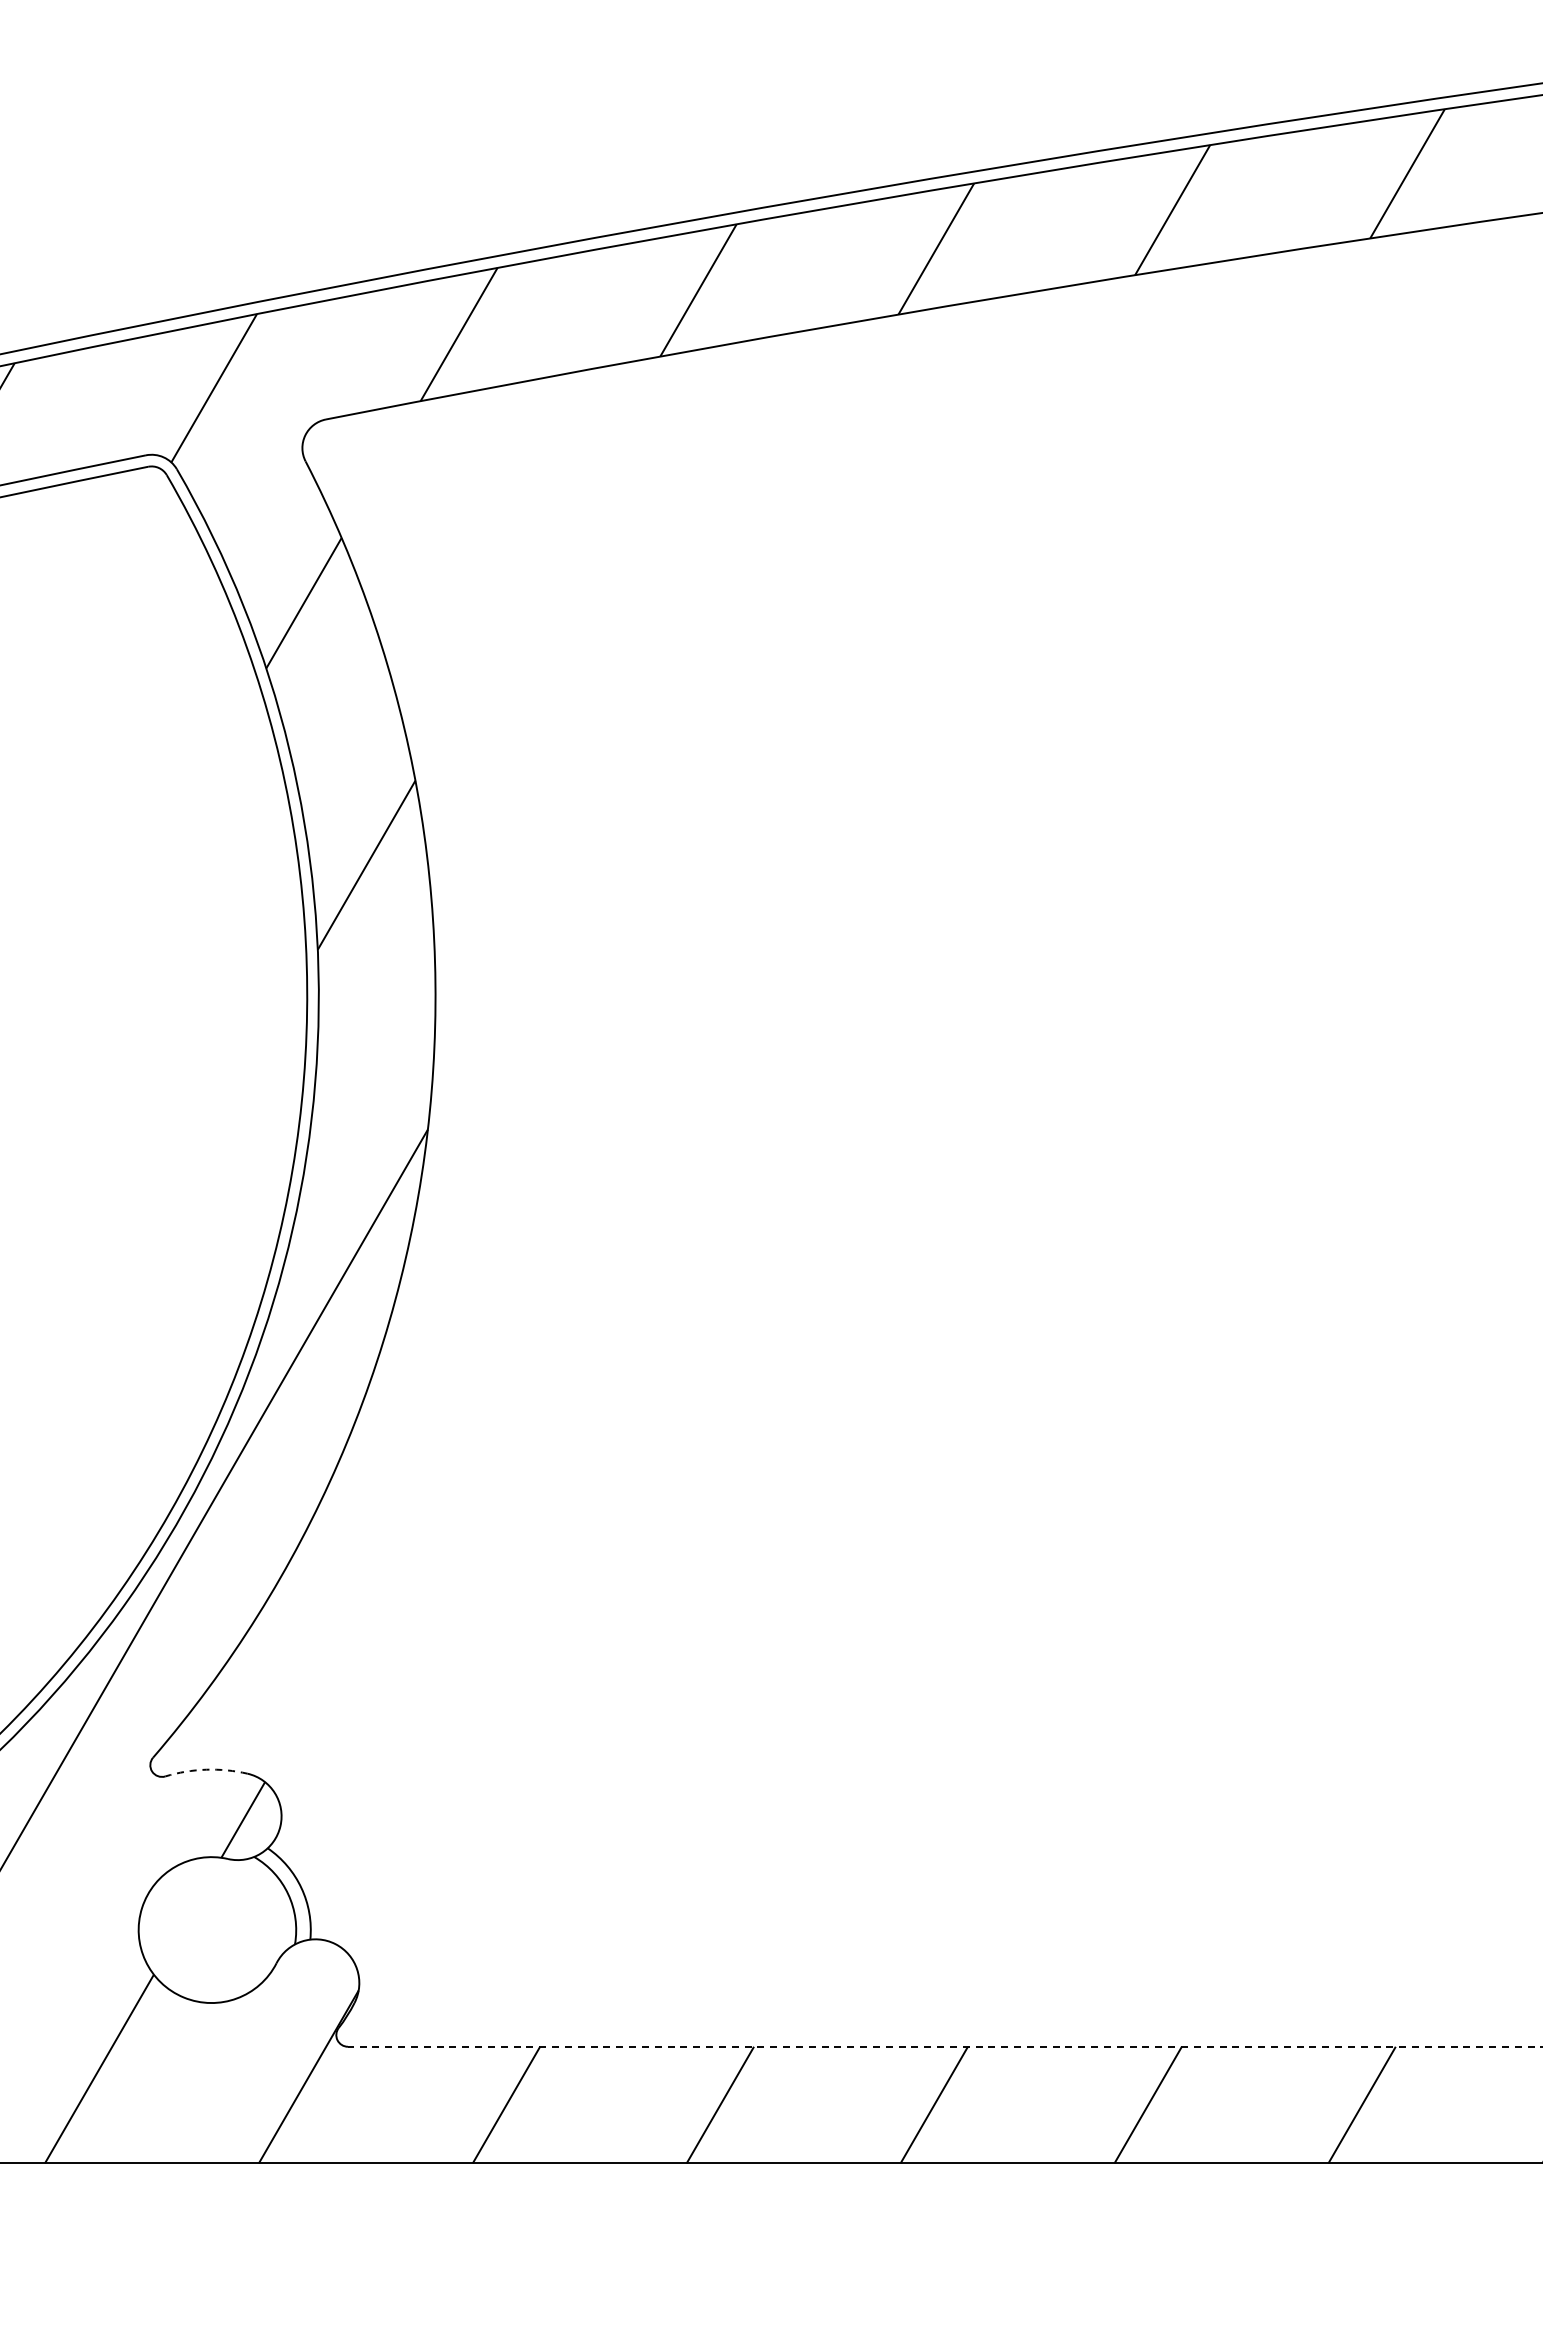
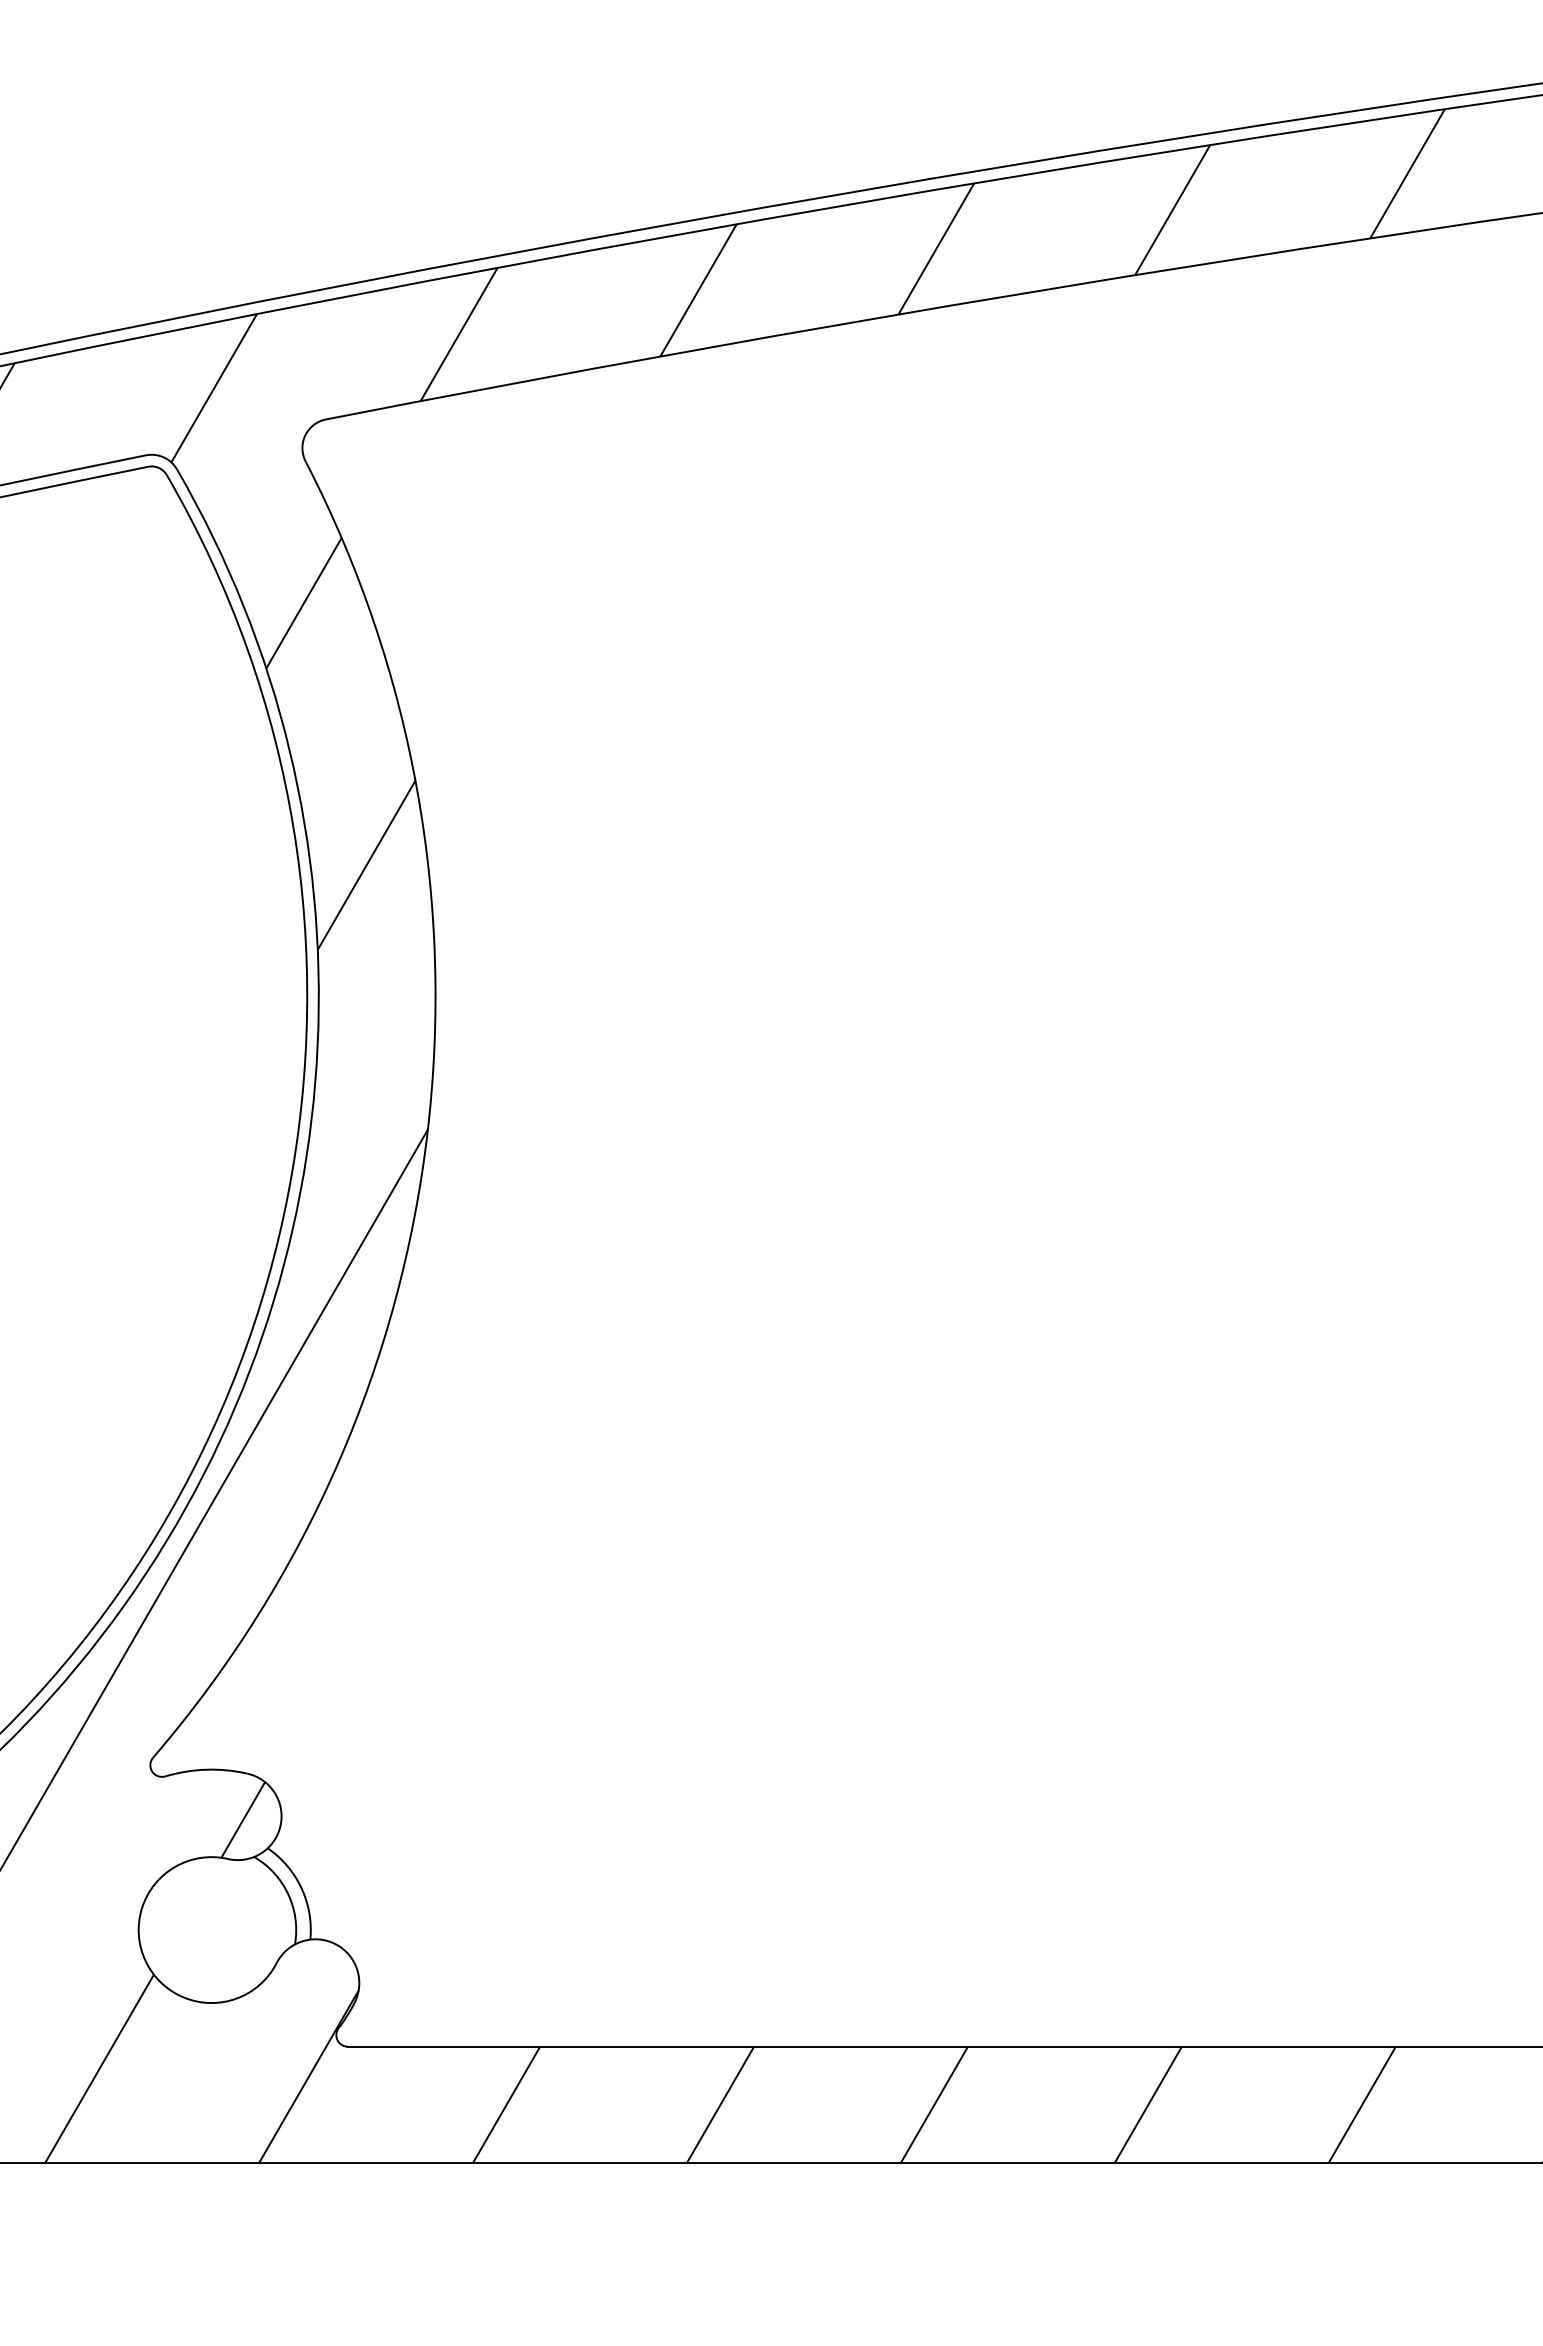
arc at (206, 1769): dashed -> solid
line at (944, 2046): dashed -> solid
